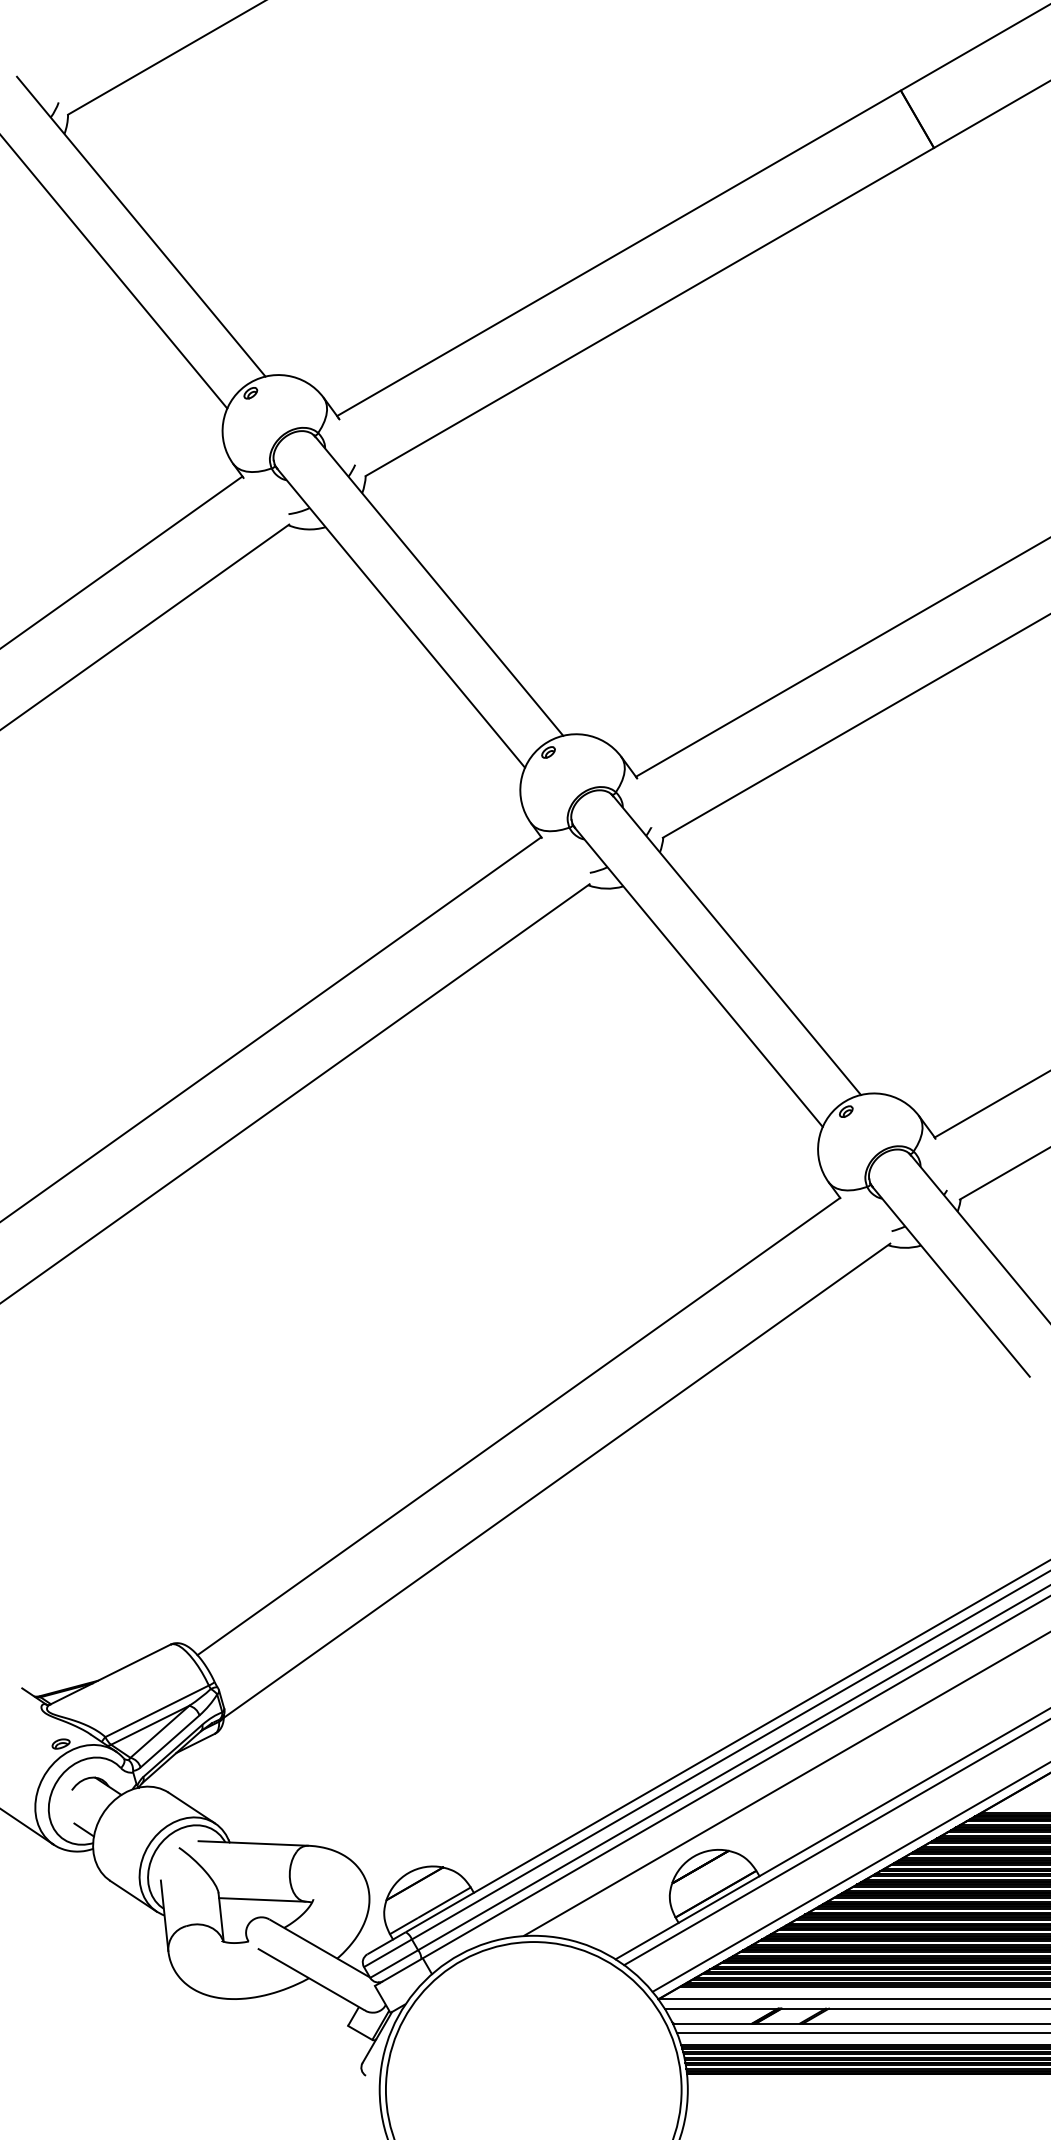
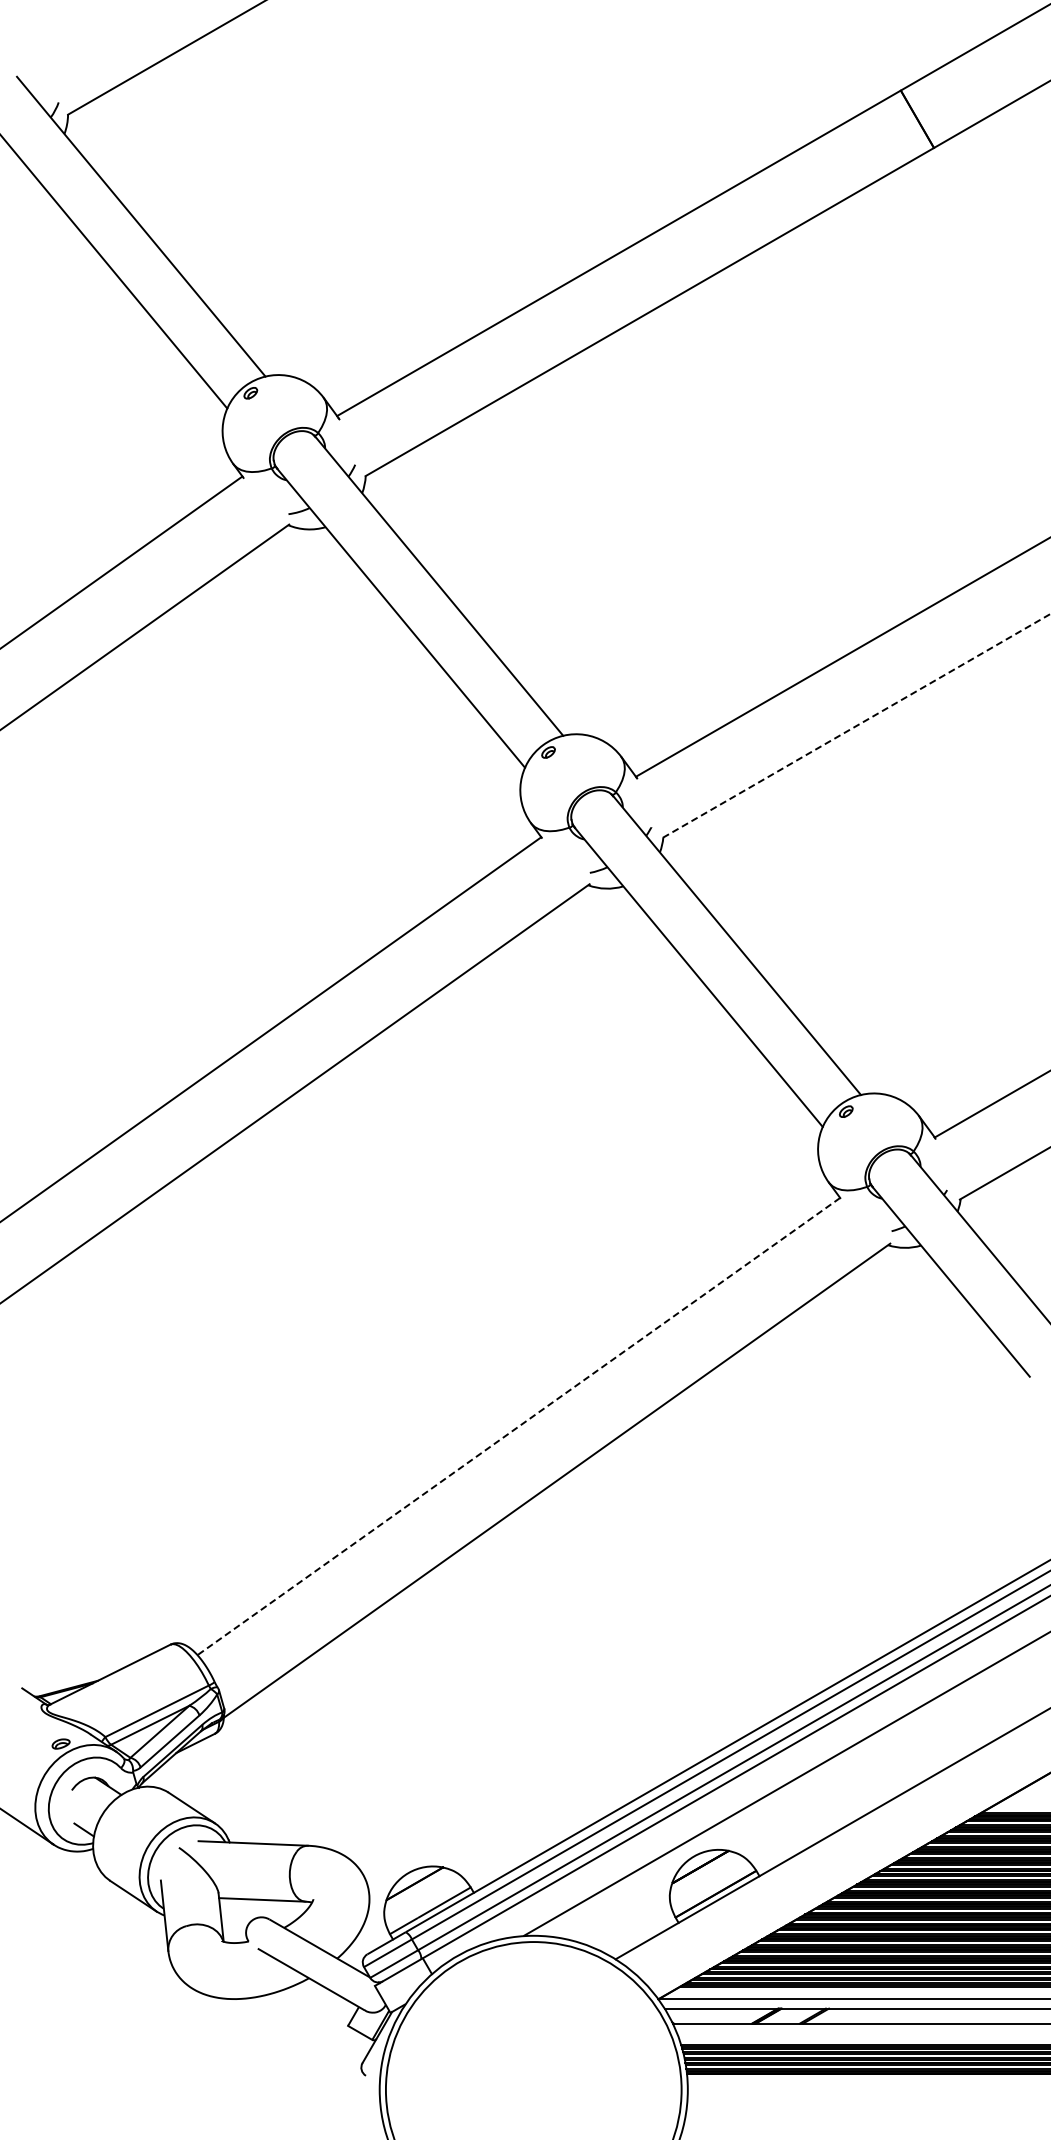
line at (856, 725): solid -> dashed
line at (518, 1426): solid -> dashed
line at (835, 1842): present -> none
line at (849, 1877): present -> none
line at (861, 2032): present -> none
